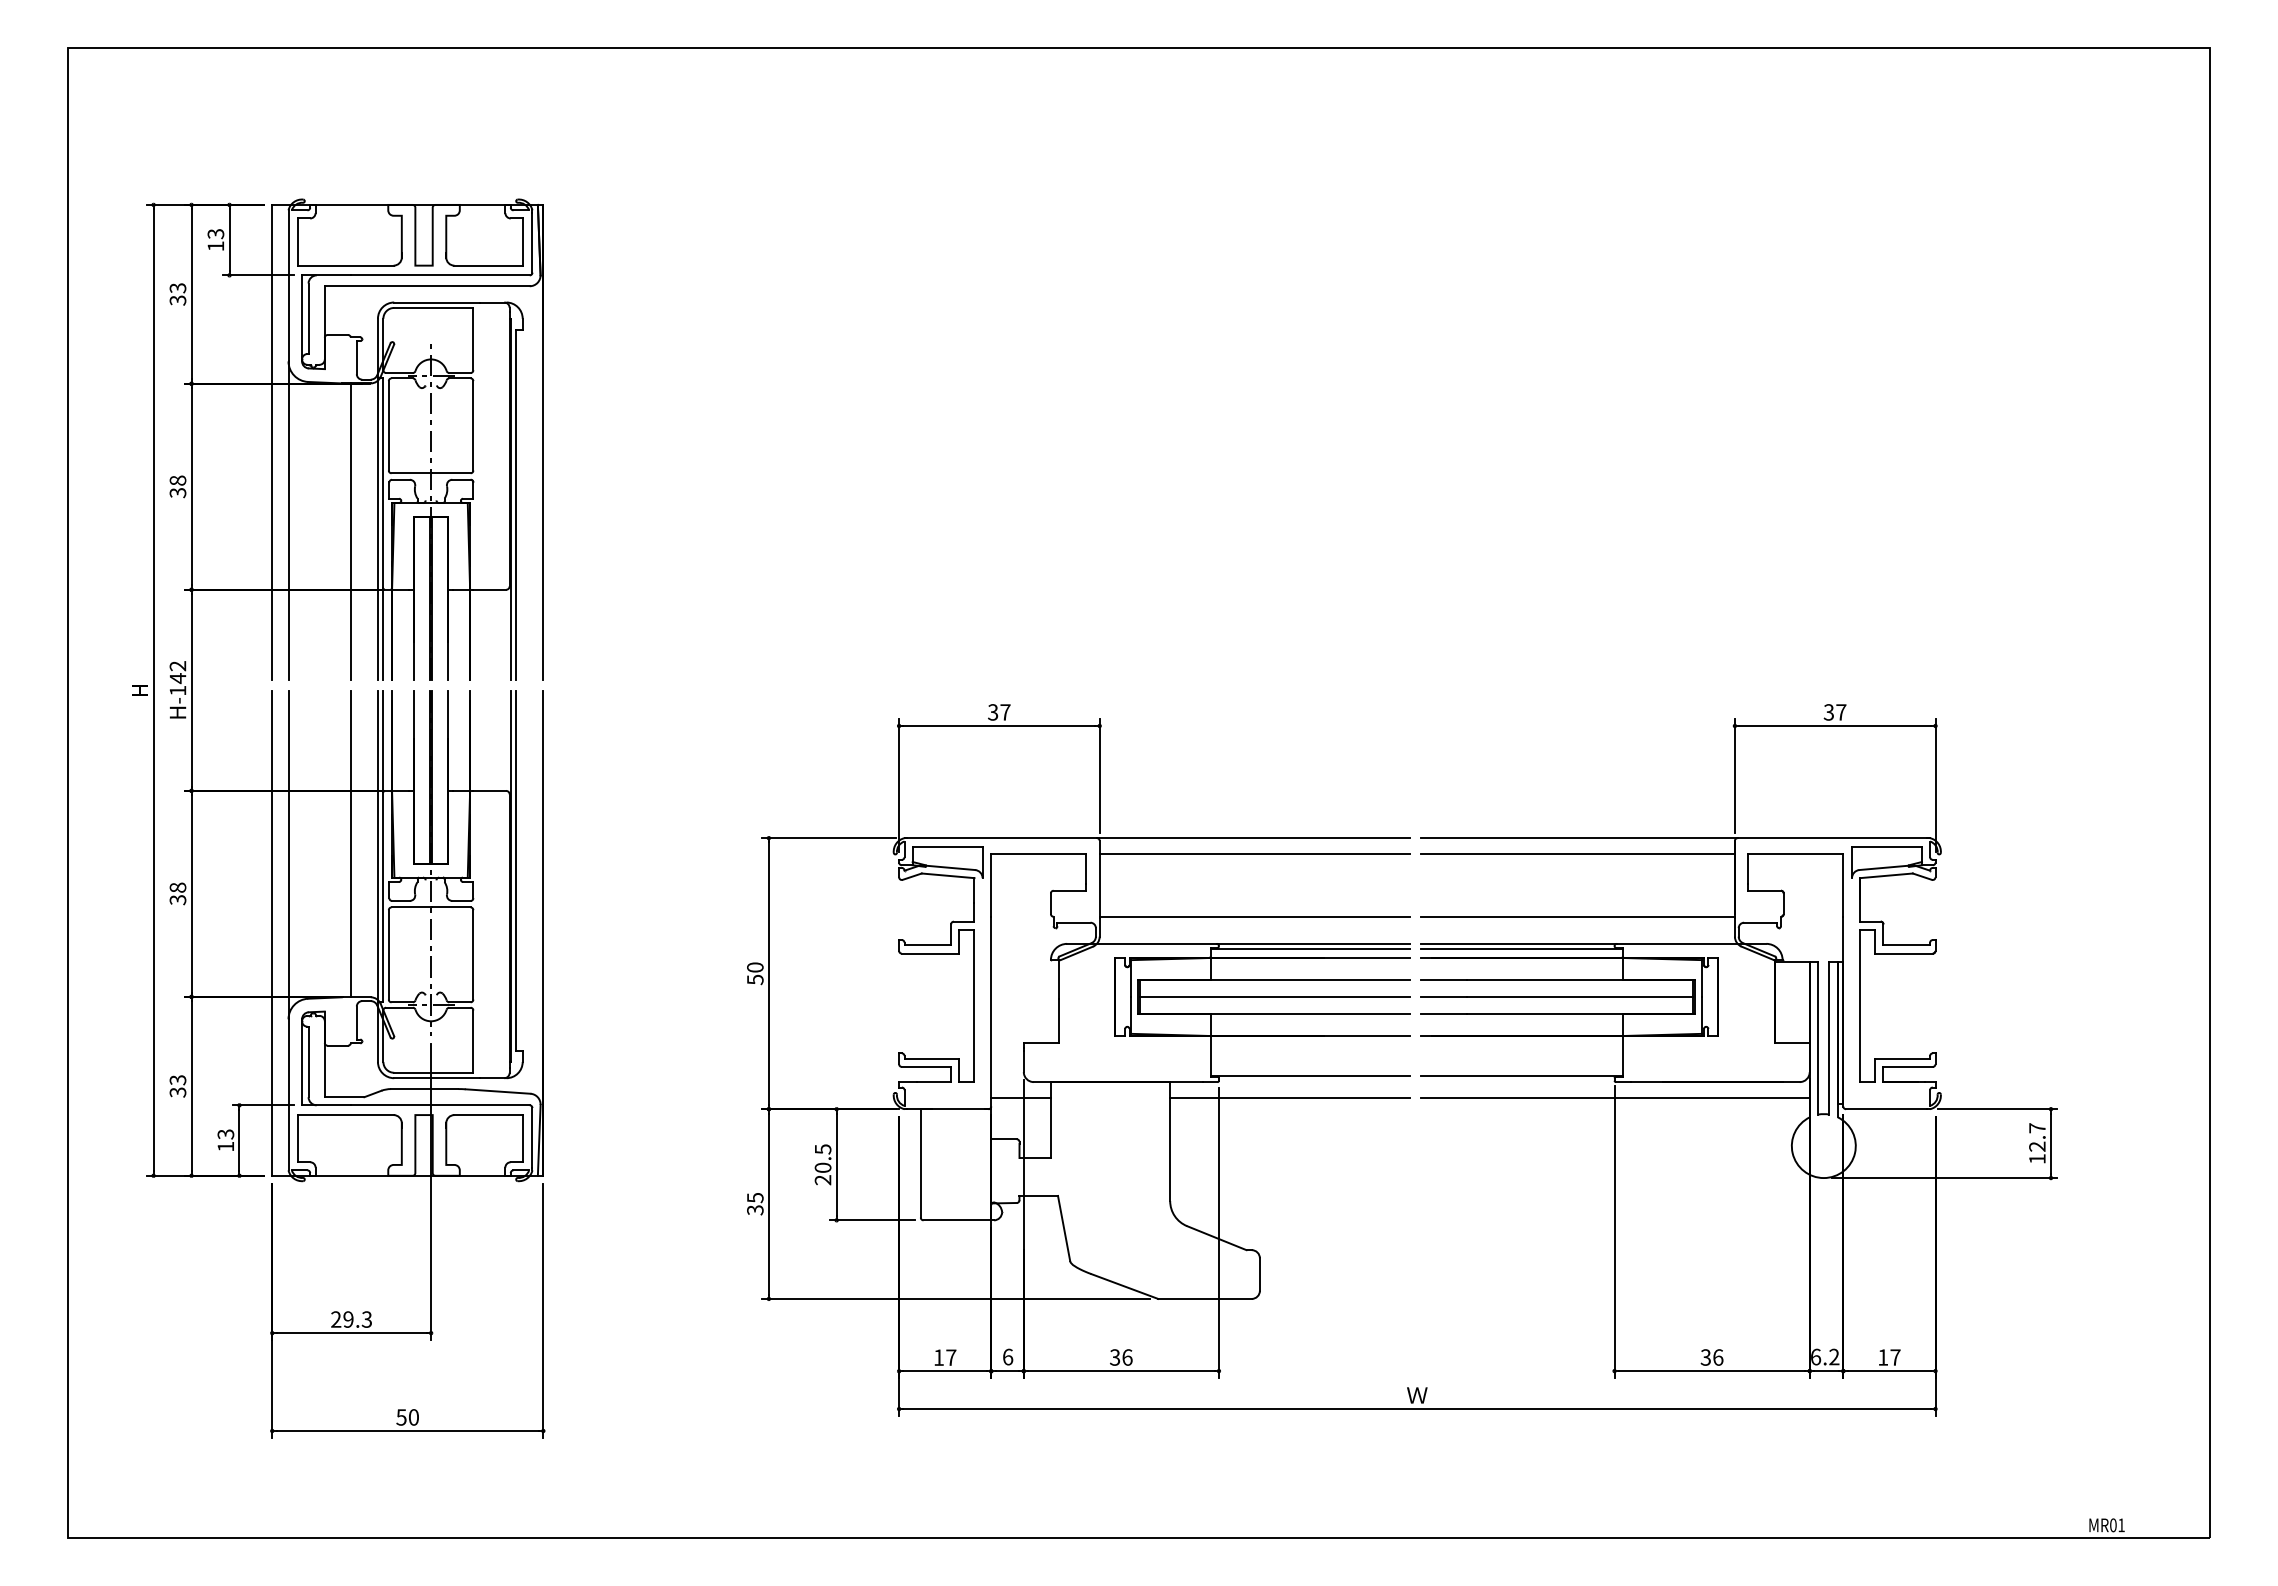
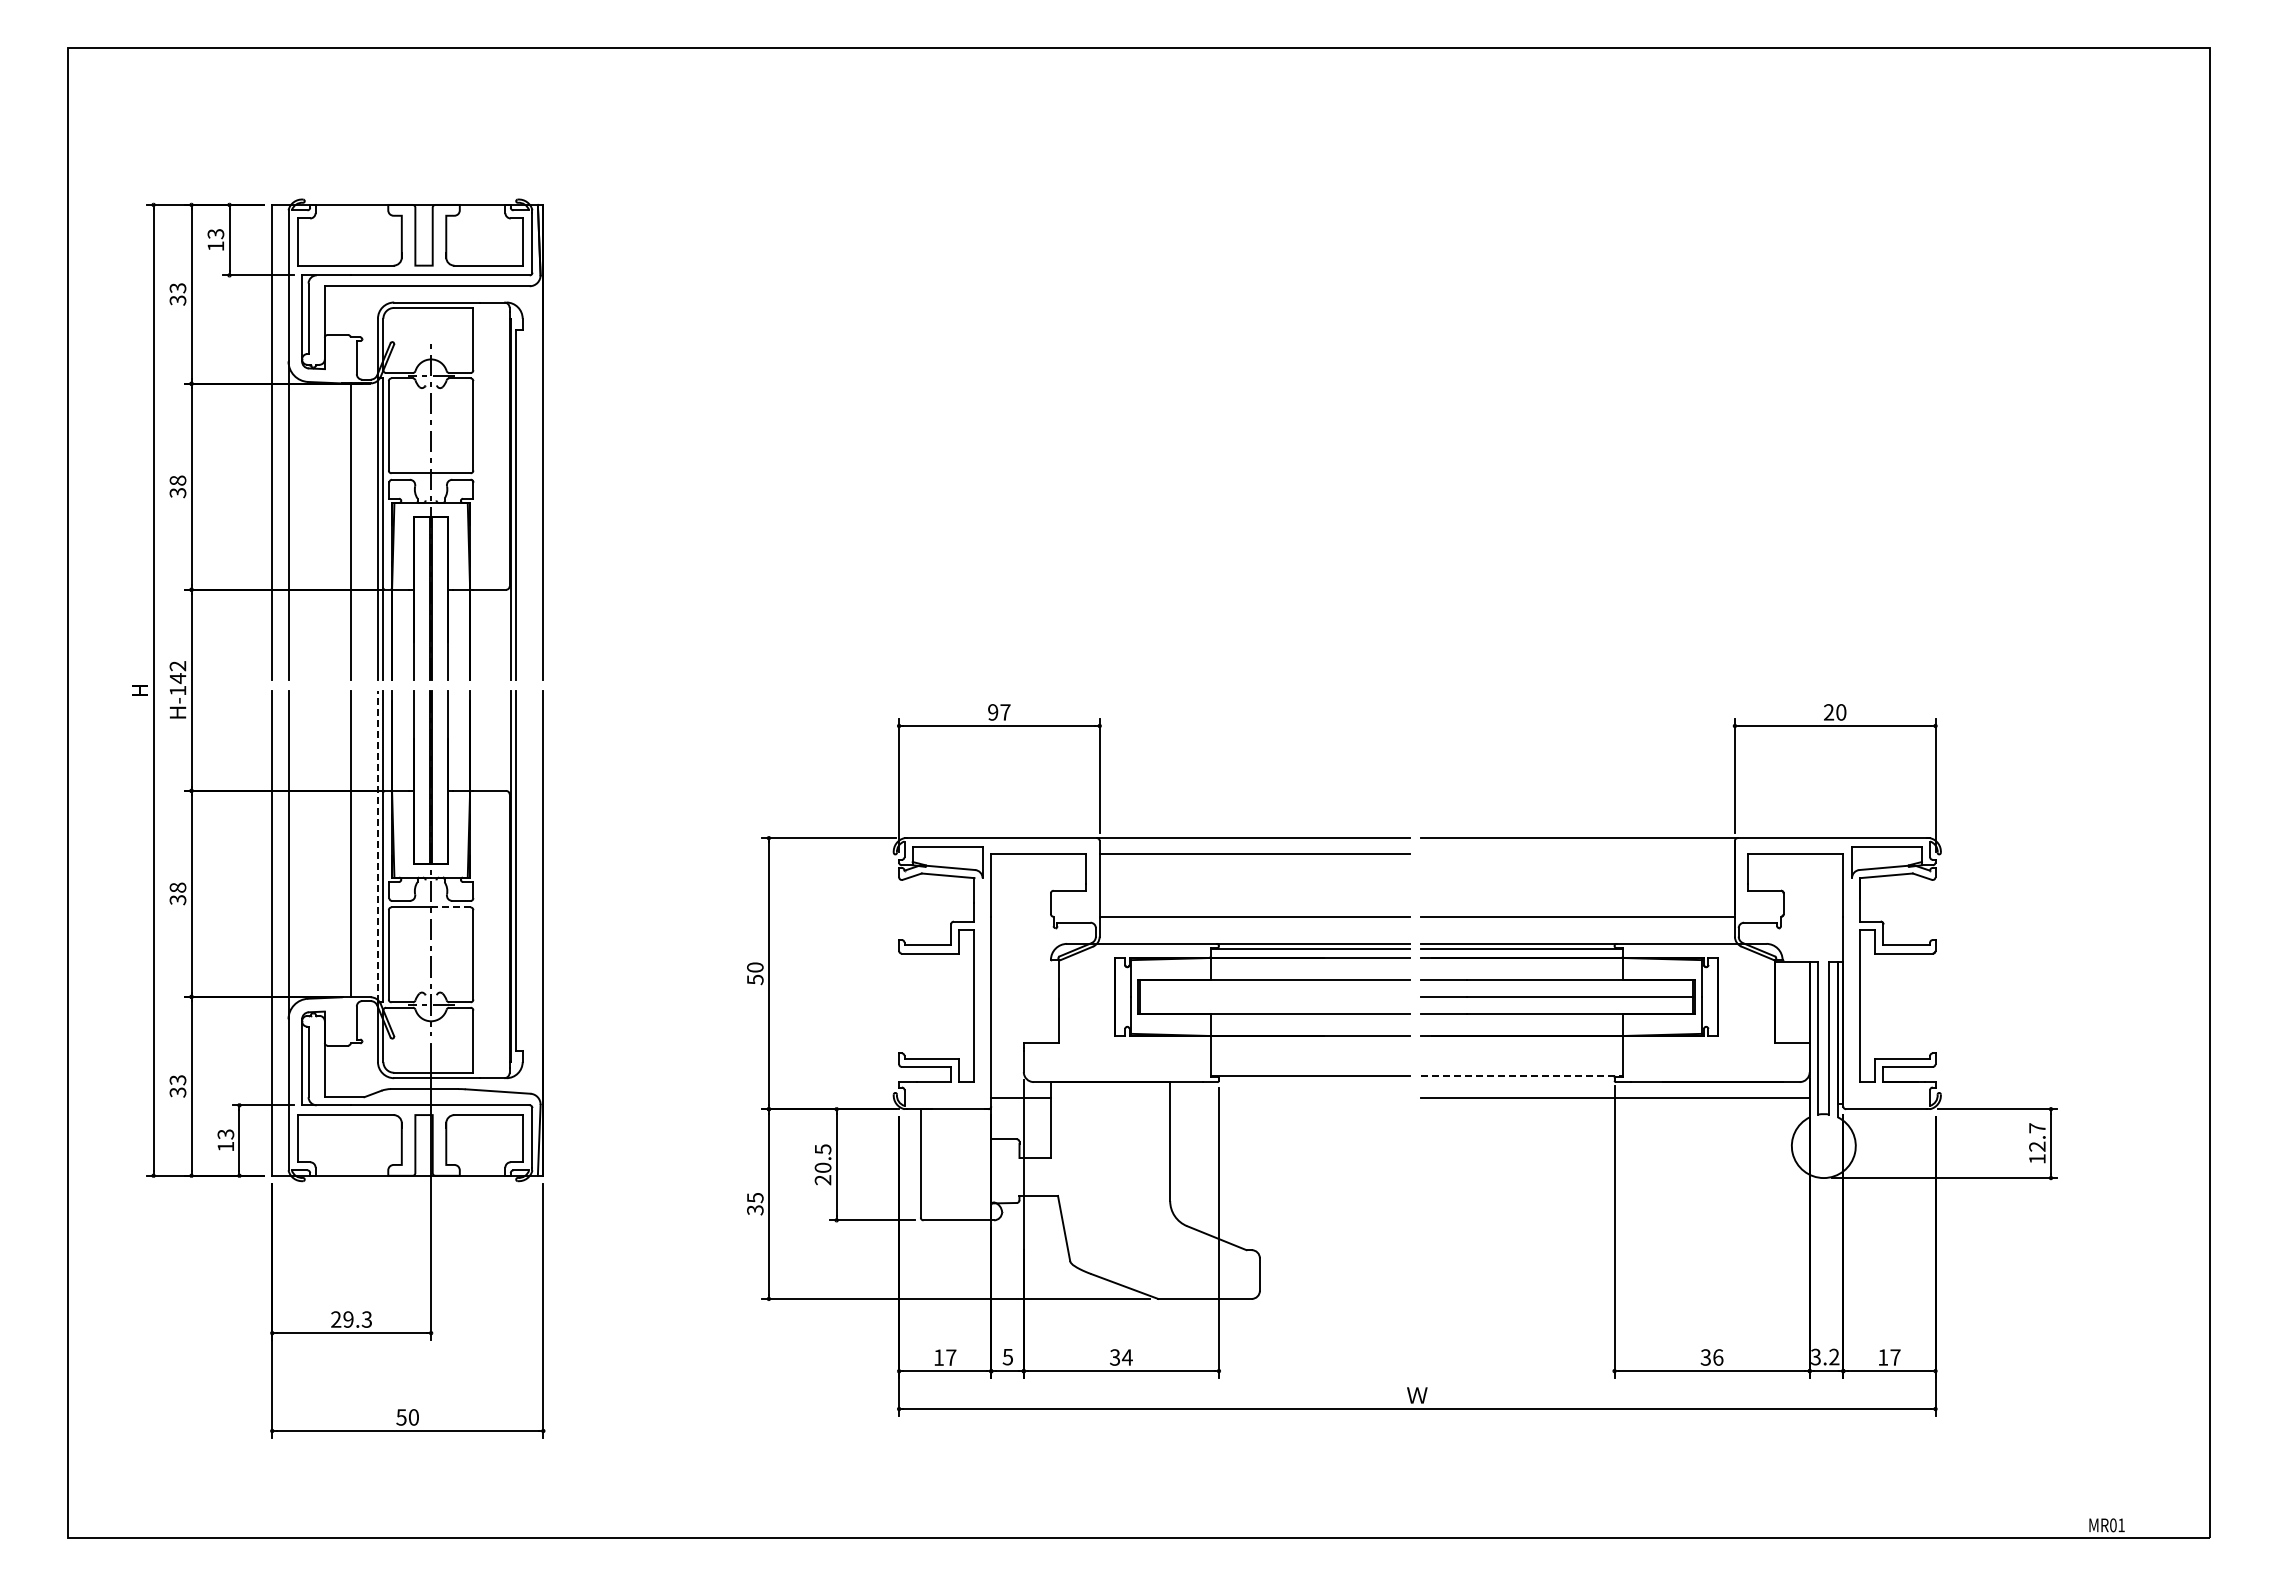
text at (993, 712): 37 -> 97
text at (1834, 712): 37 -> 20
line at (377, 846): solid -> dashed
line at (1577, 854): present -> none
line at (450, 907): solid -> dashed
line at (1275, 997): present -> none
line at (1521, 1075): solid -> dashed
line at (1290, 1098): present -> none
text at (1007, 1356): 6 -> 5
text at (1816, 1356): 6.2 -> 3.2
text at (1126, 1357): 36 -> 34
